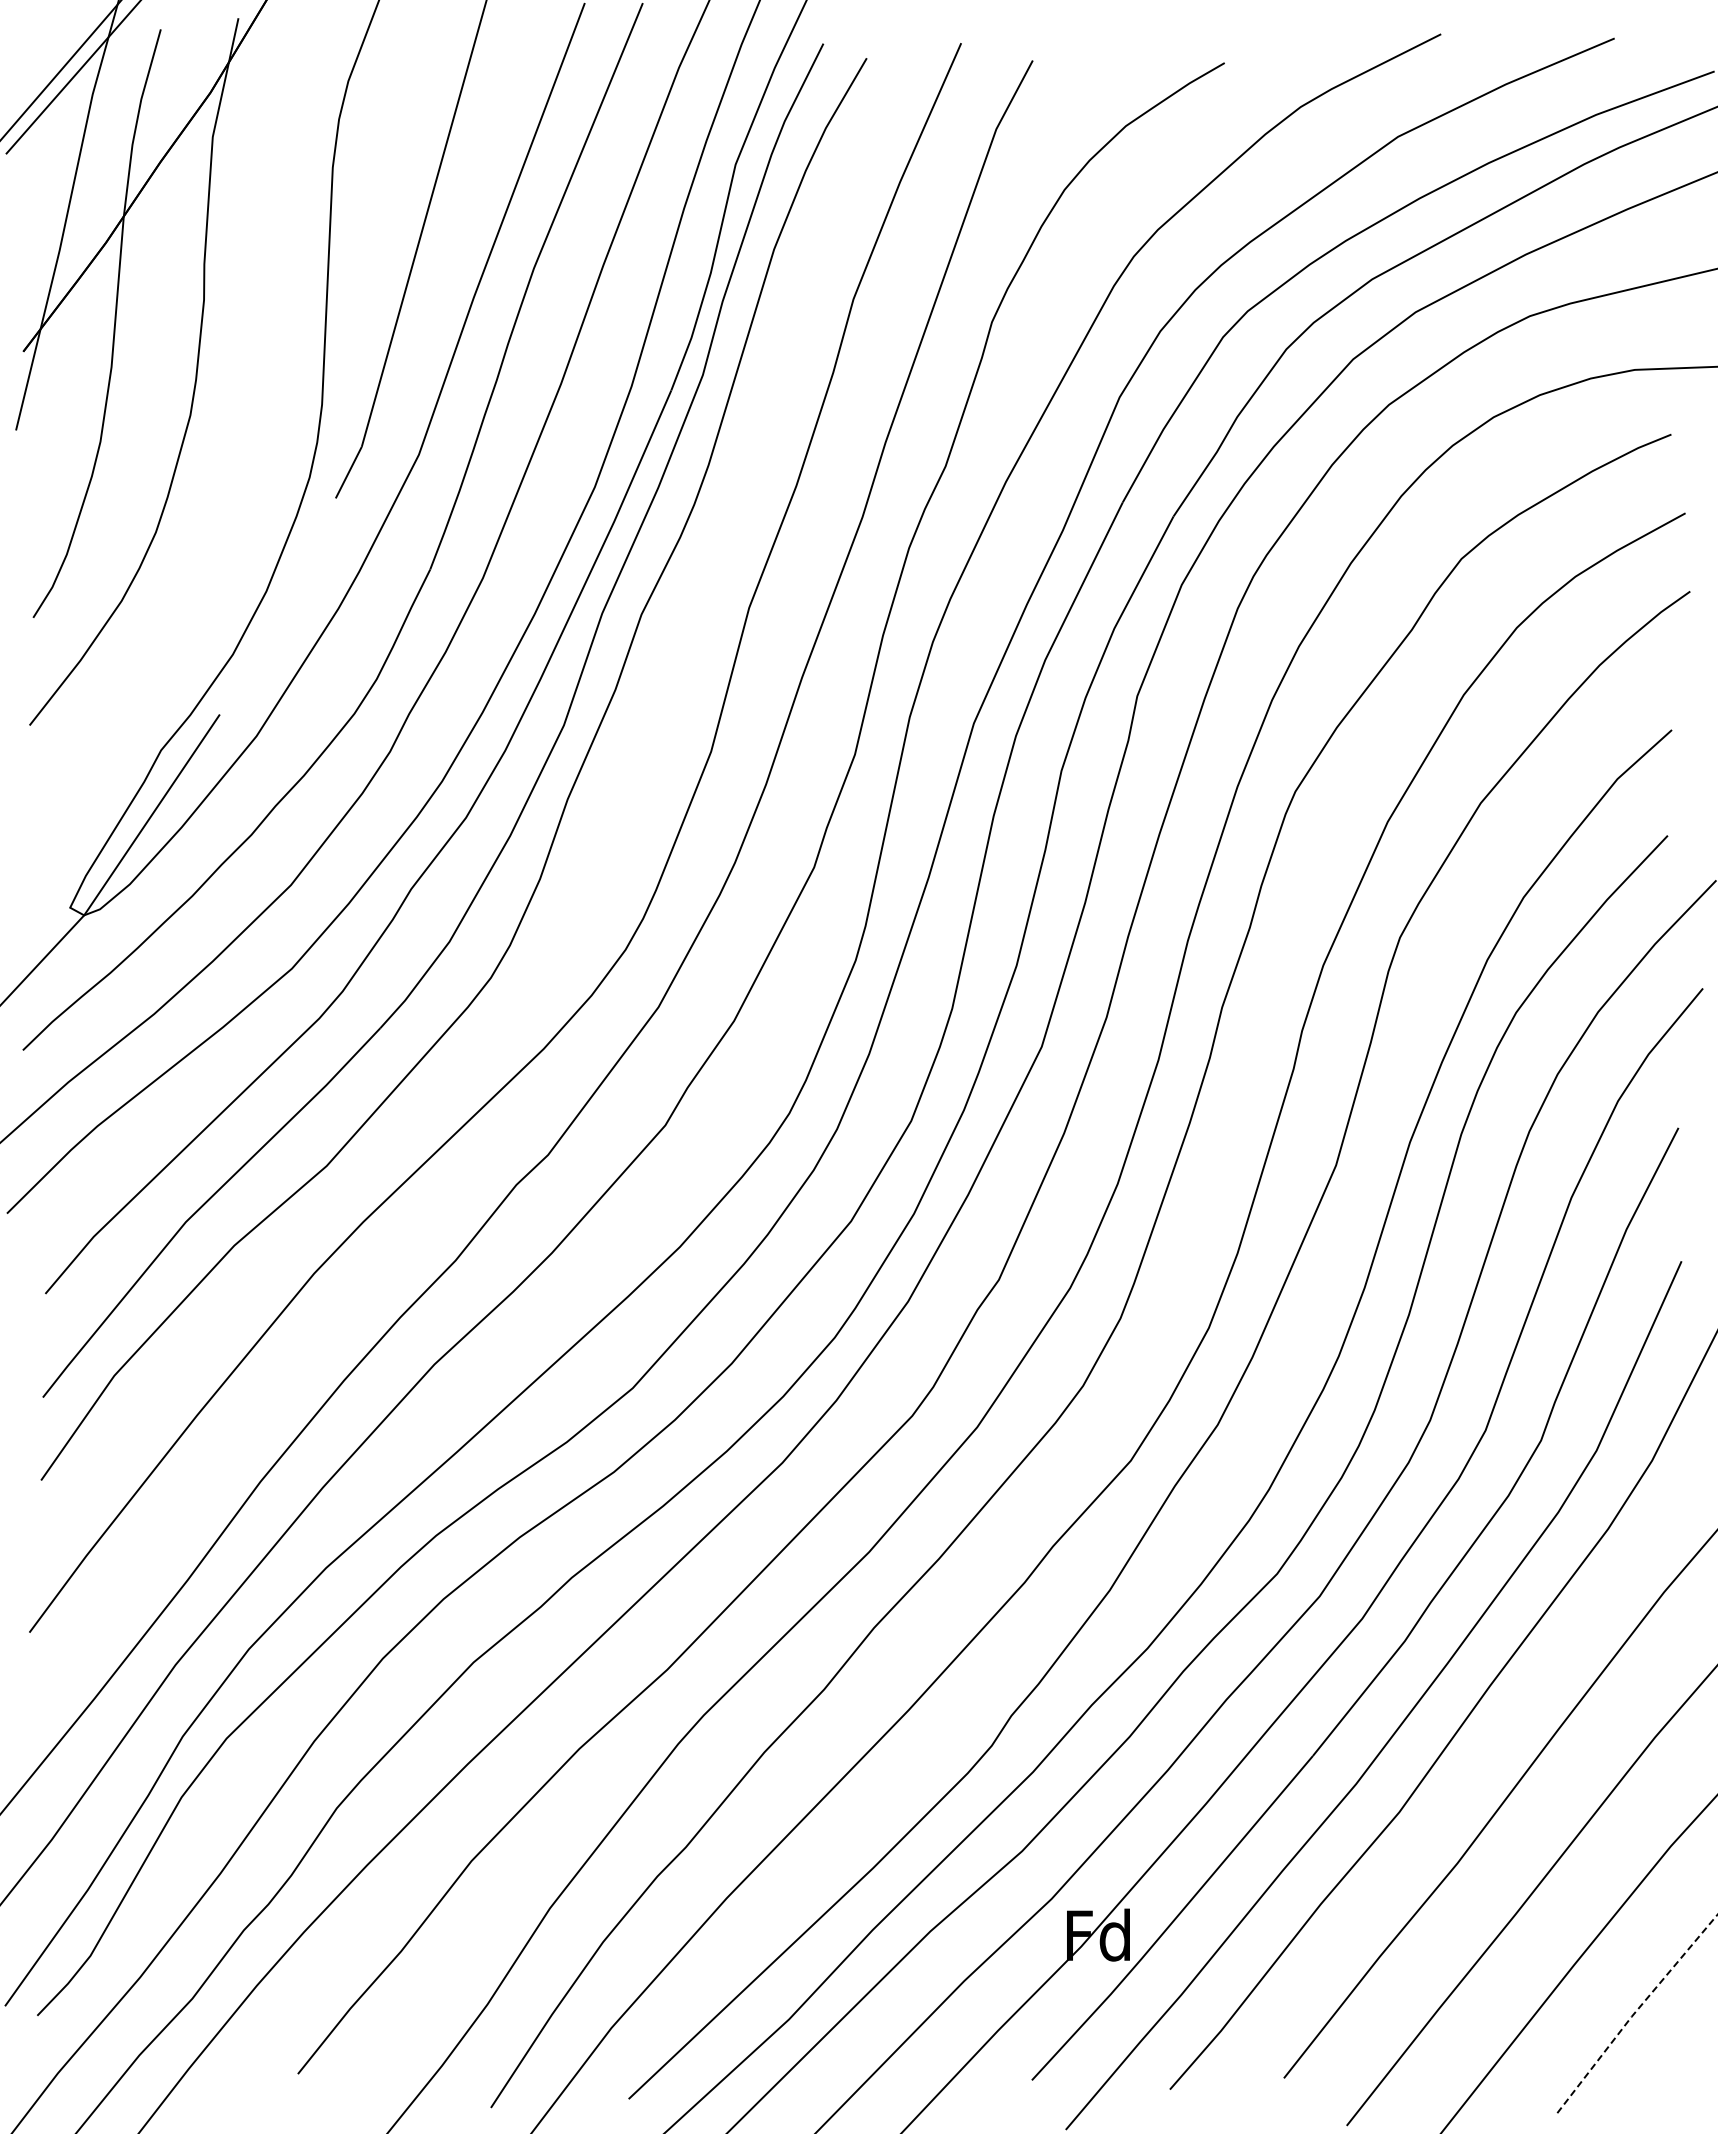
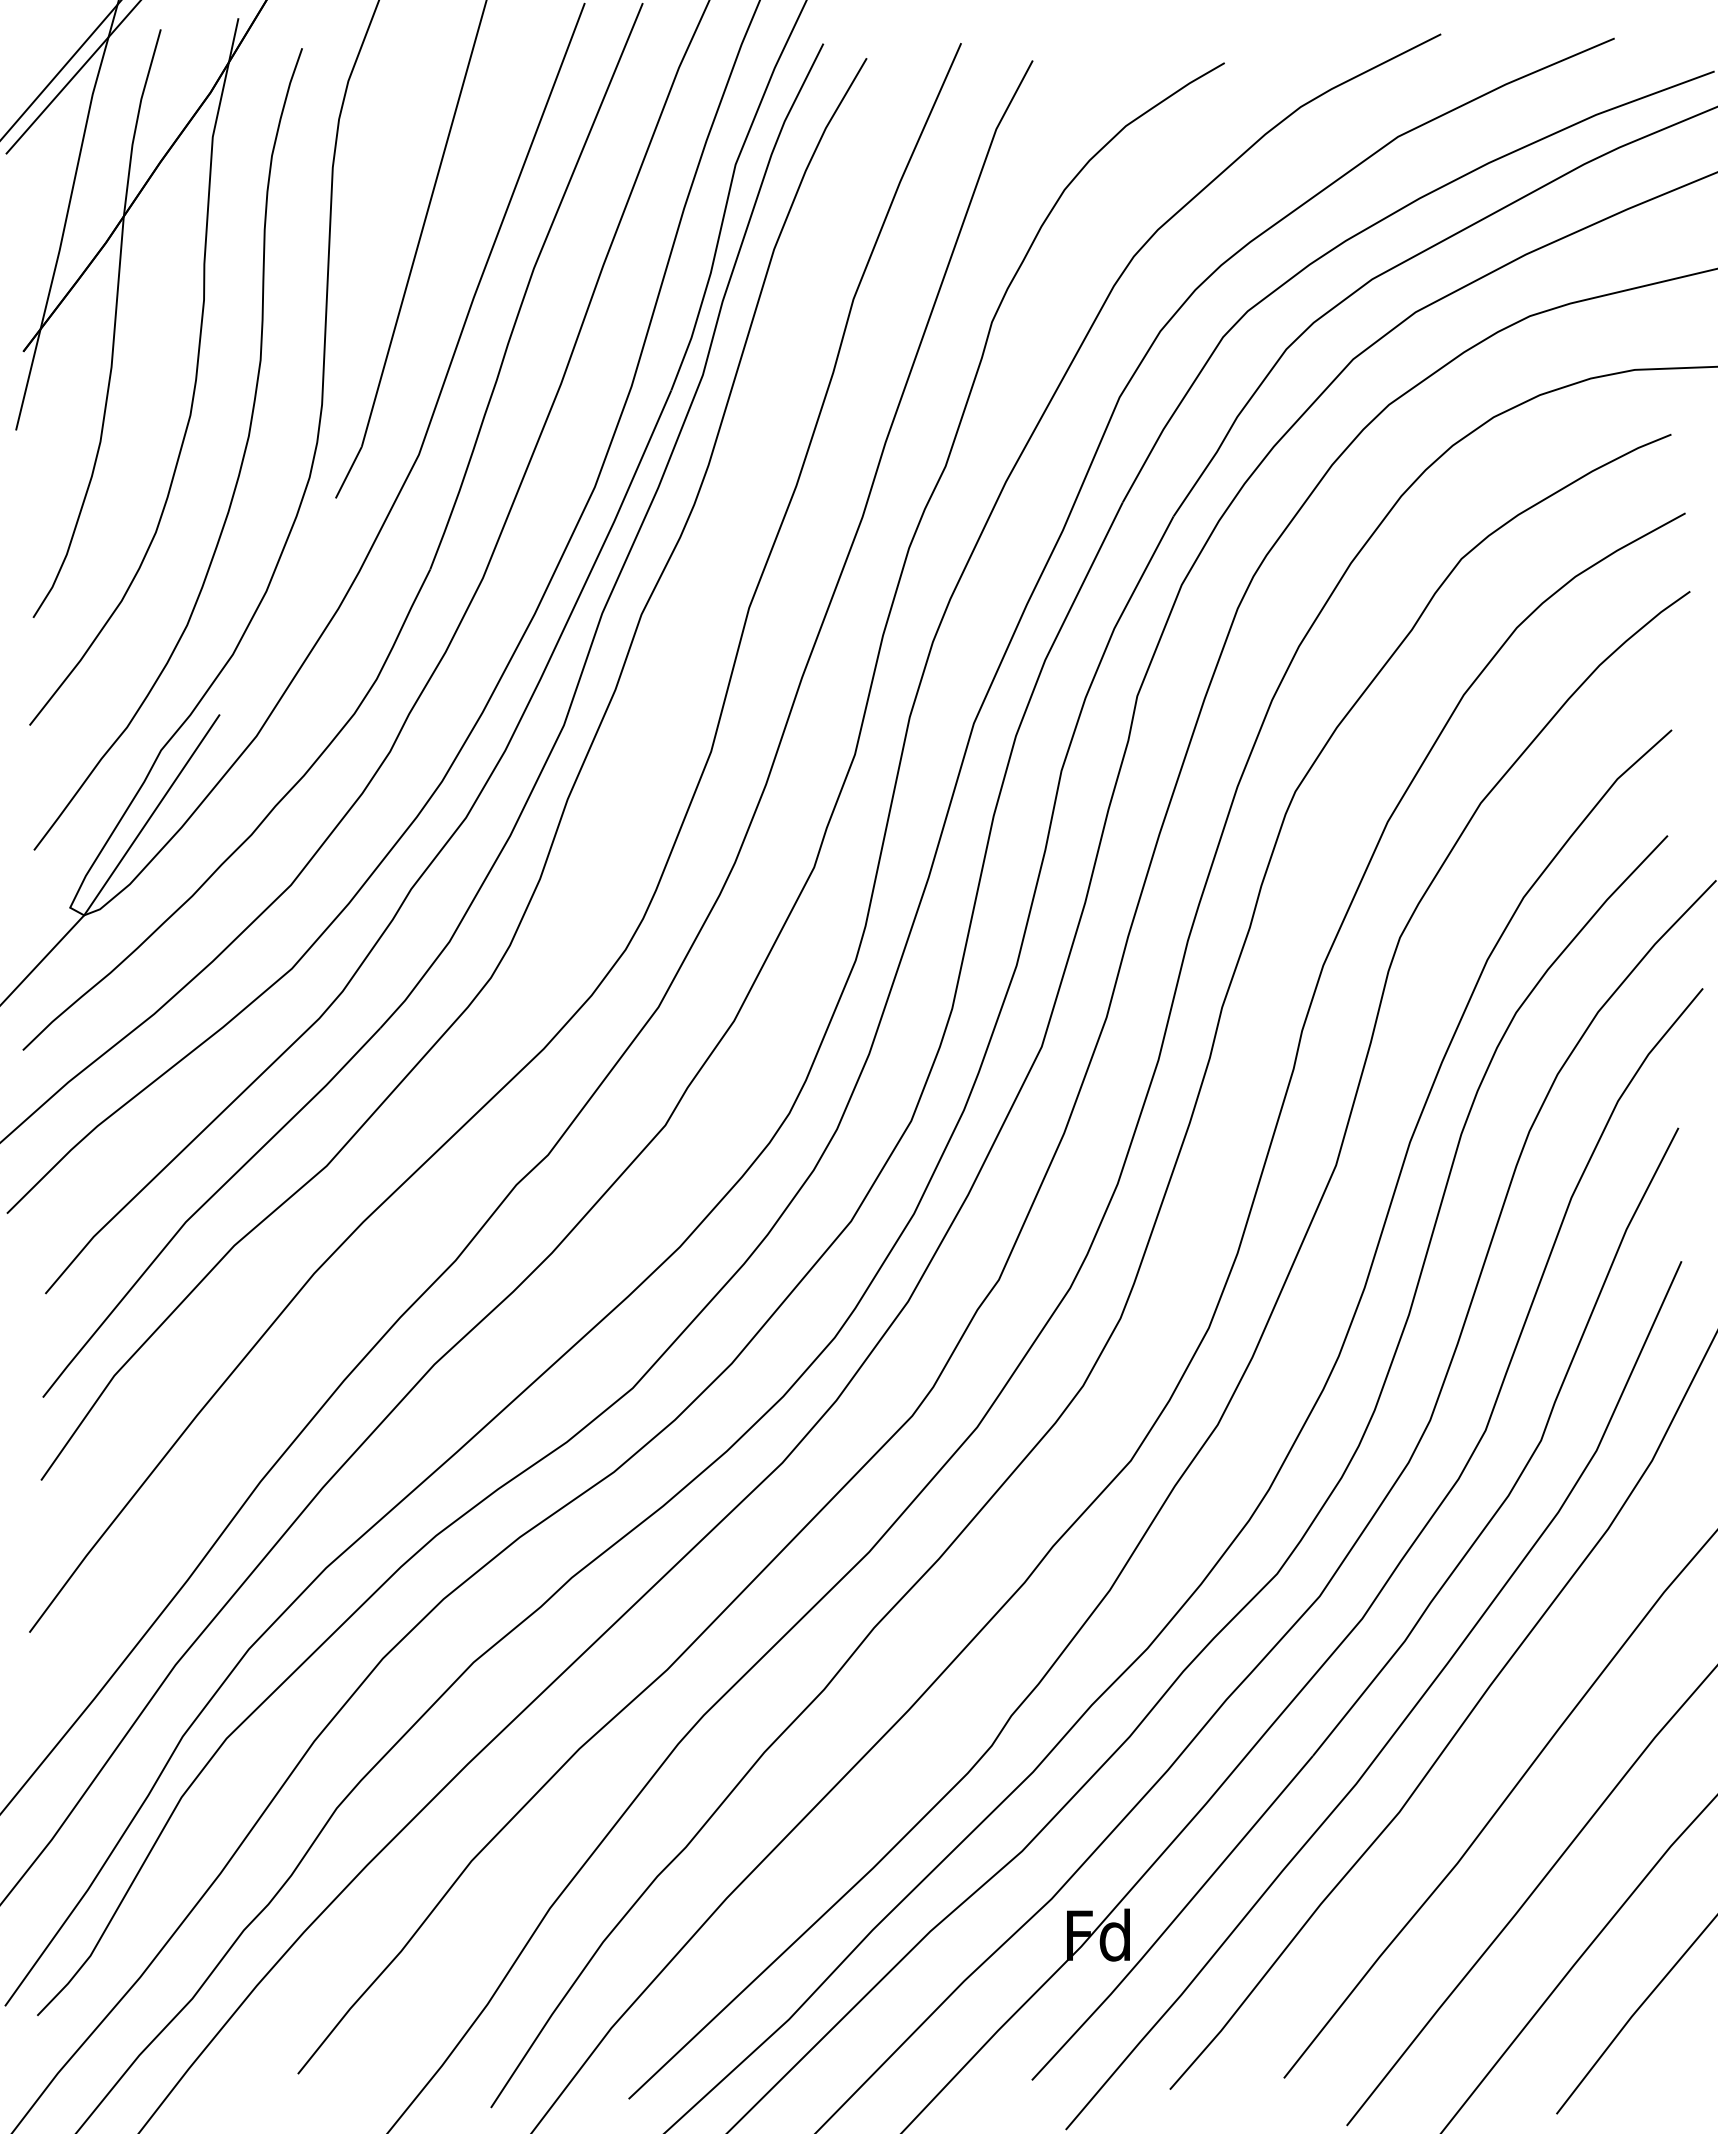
curve at (239, 468): none -> present
line at (1634, 2013): dashed -> solid
